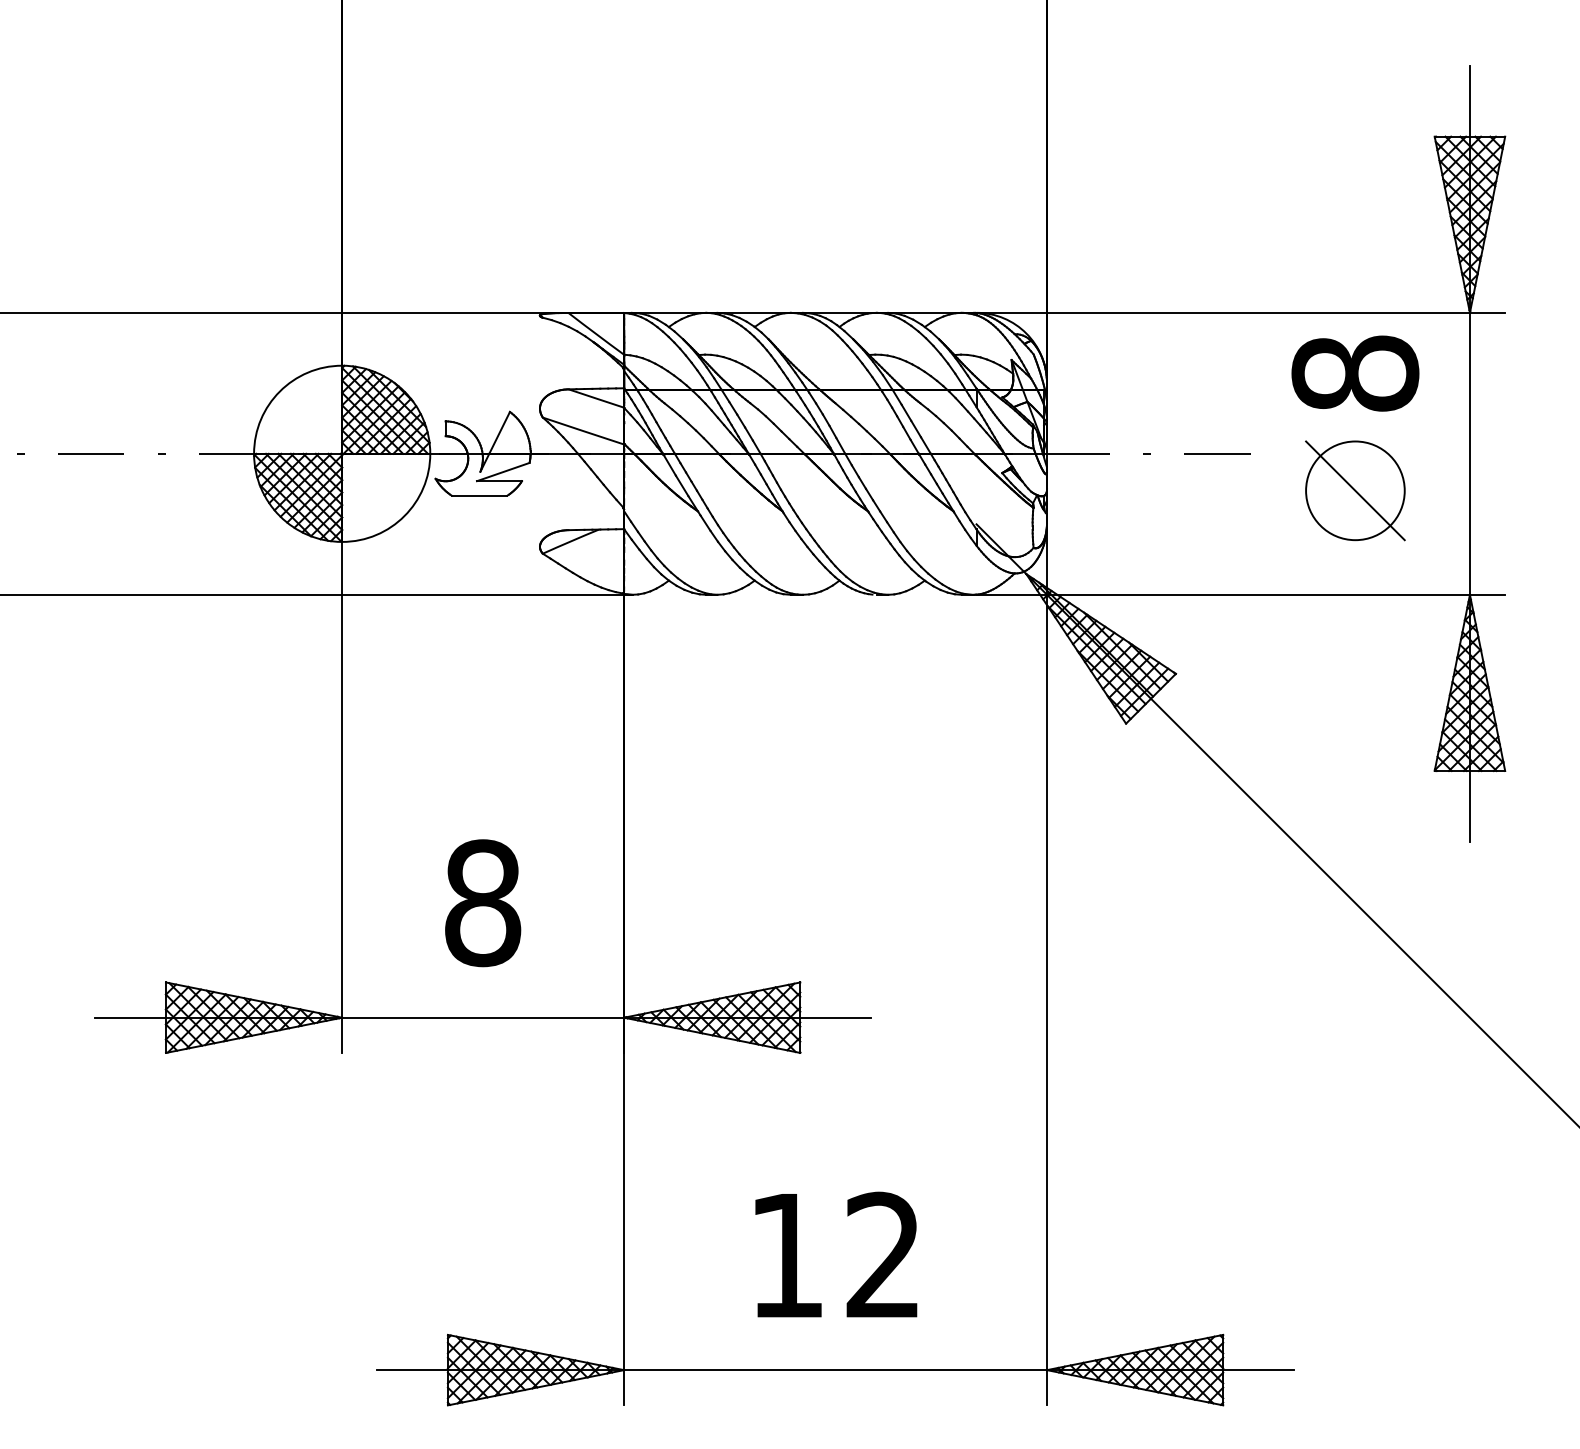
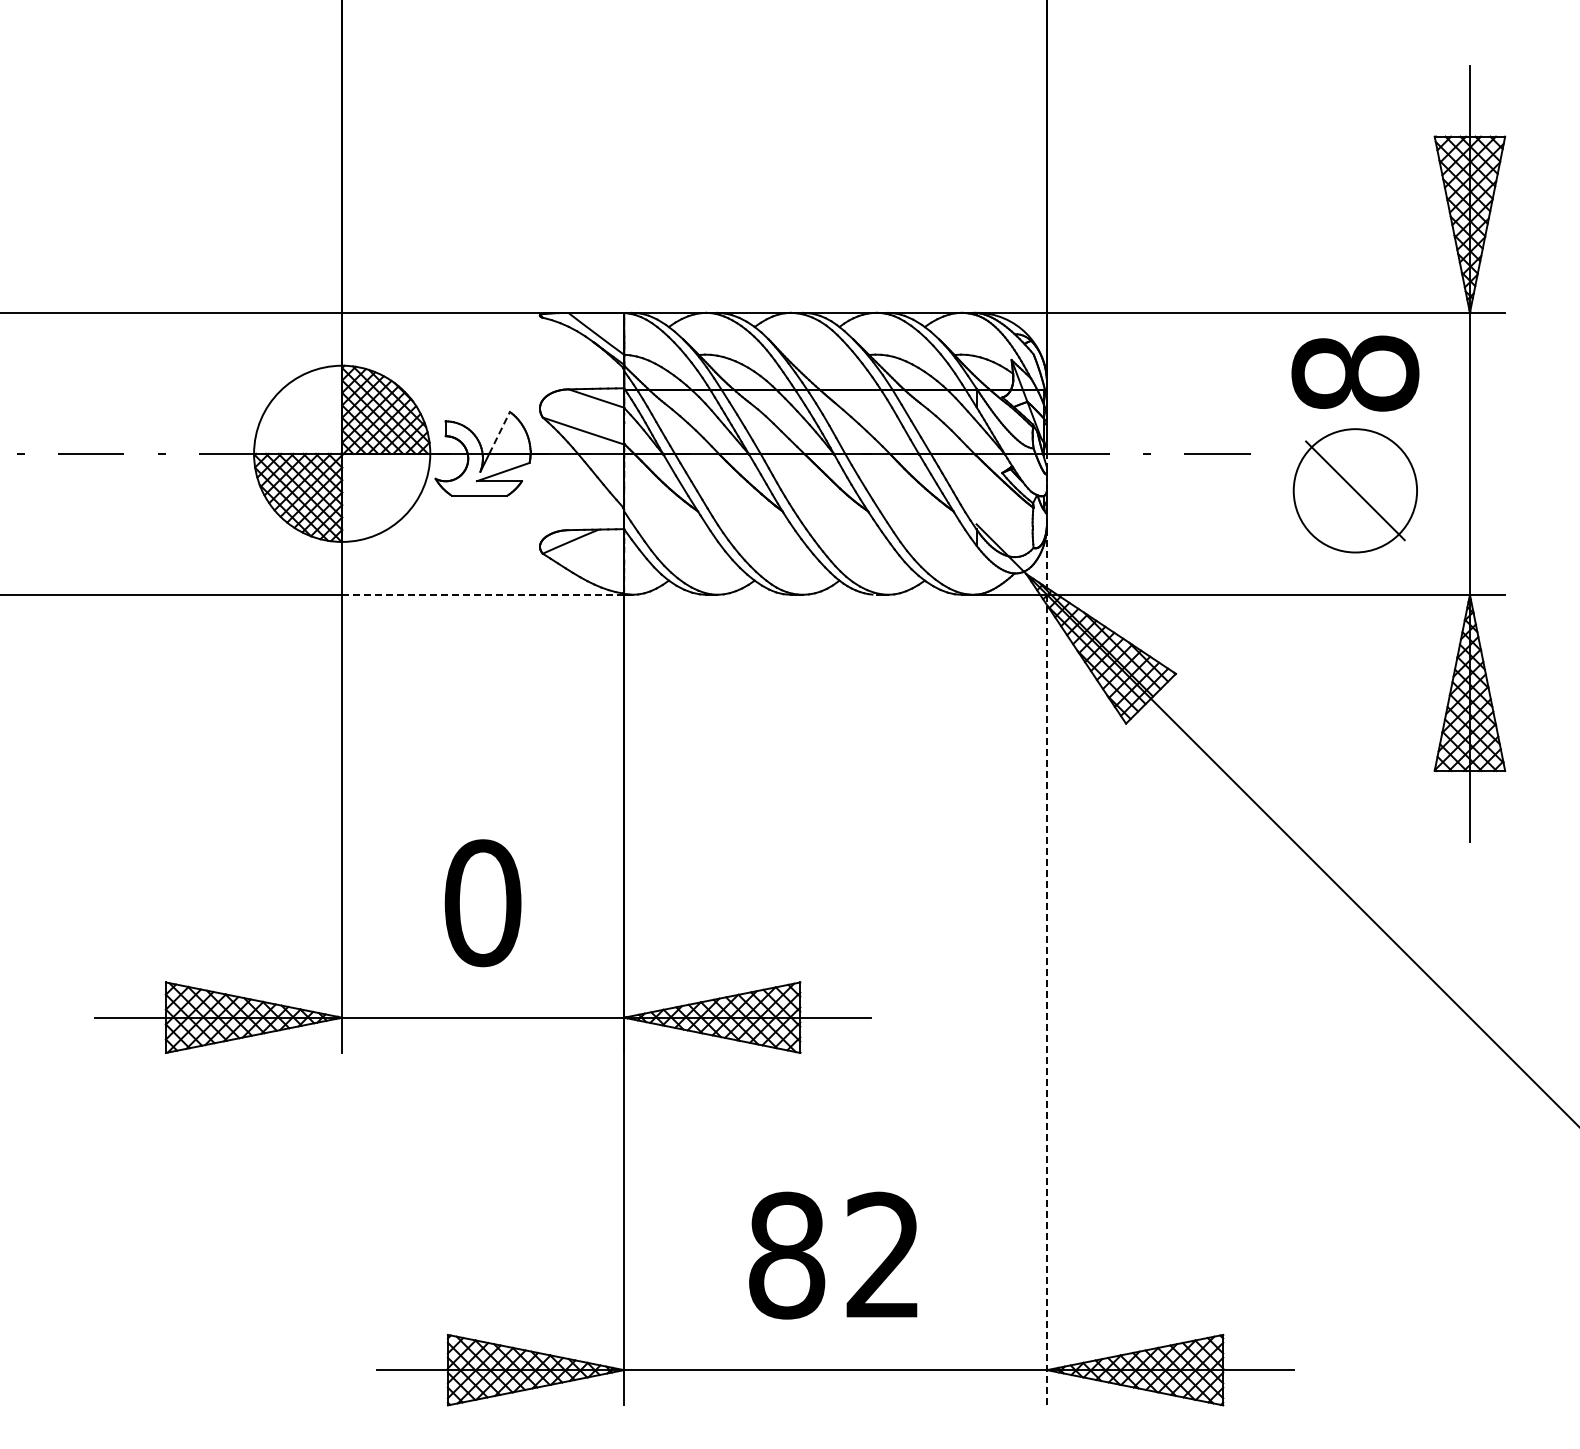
line at (499, 432): solid -> dashed
circle at (1355, 490) diameter: 99 px -> 123 px
line at (483, 594): solid -> dashed
text at (482, 902): 8 -> 0
line at (1047, 929): solid -> dashed
text at (787, 1255): 12 -> 82
